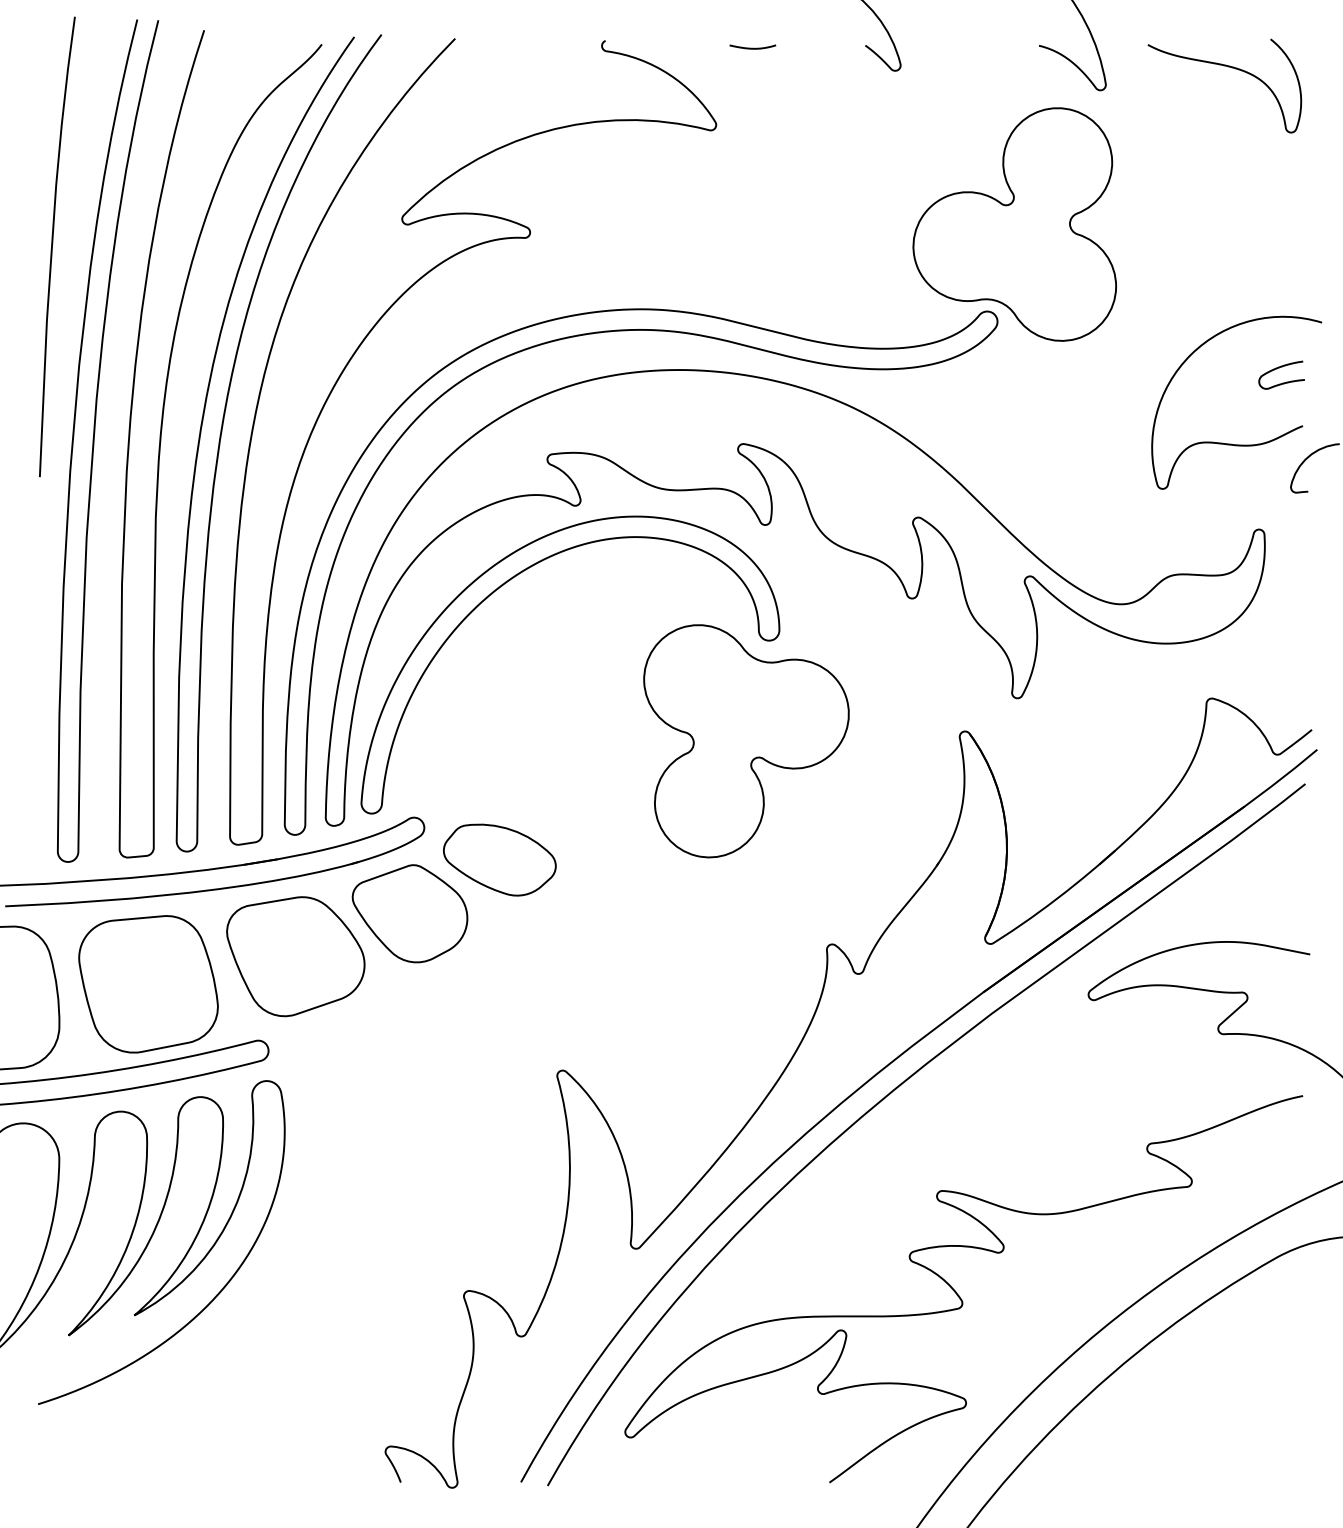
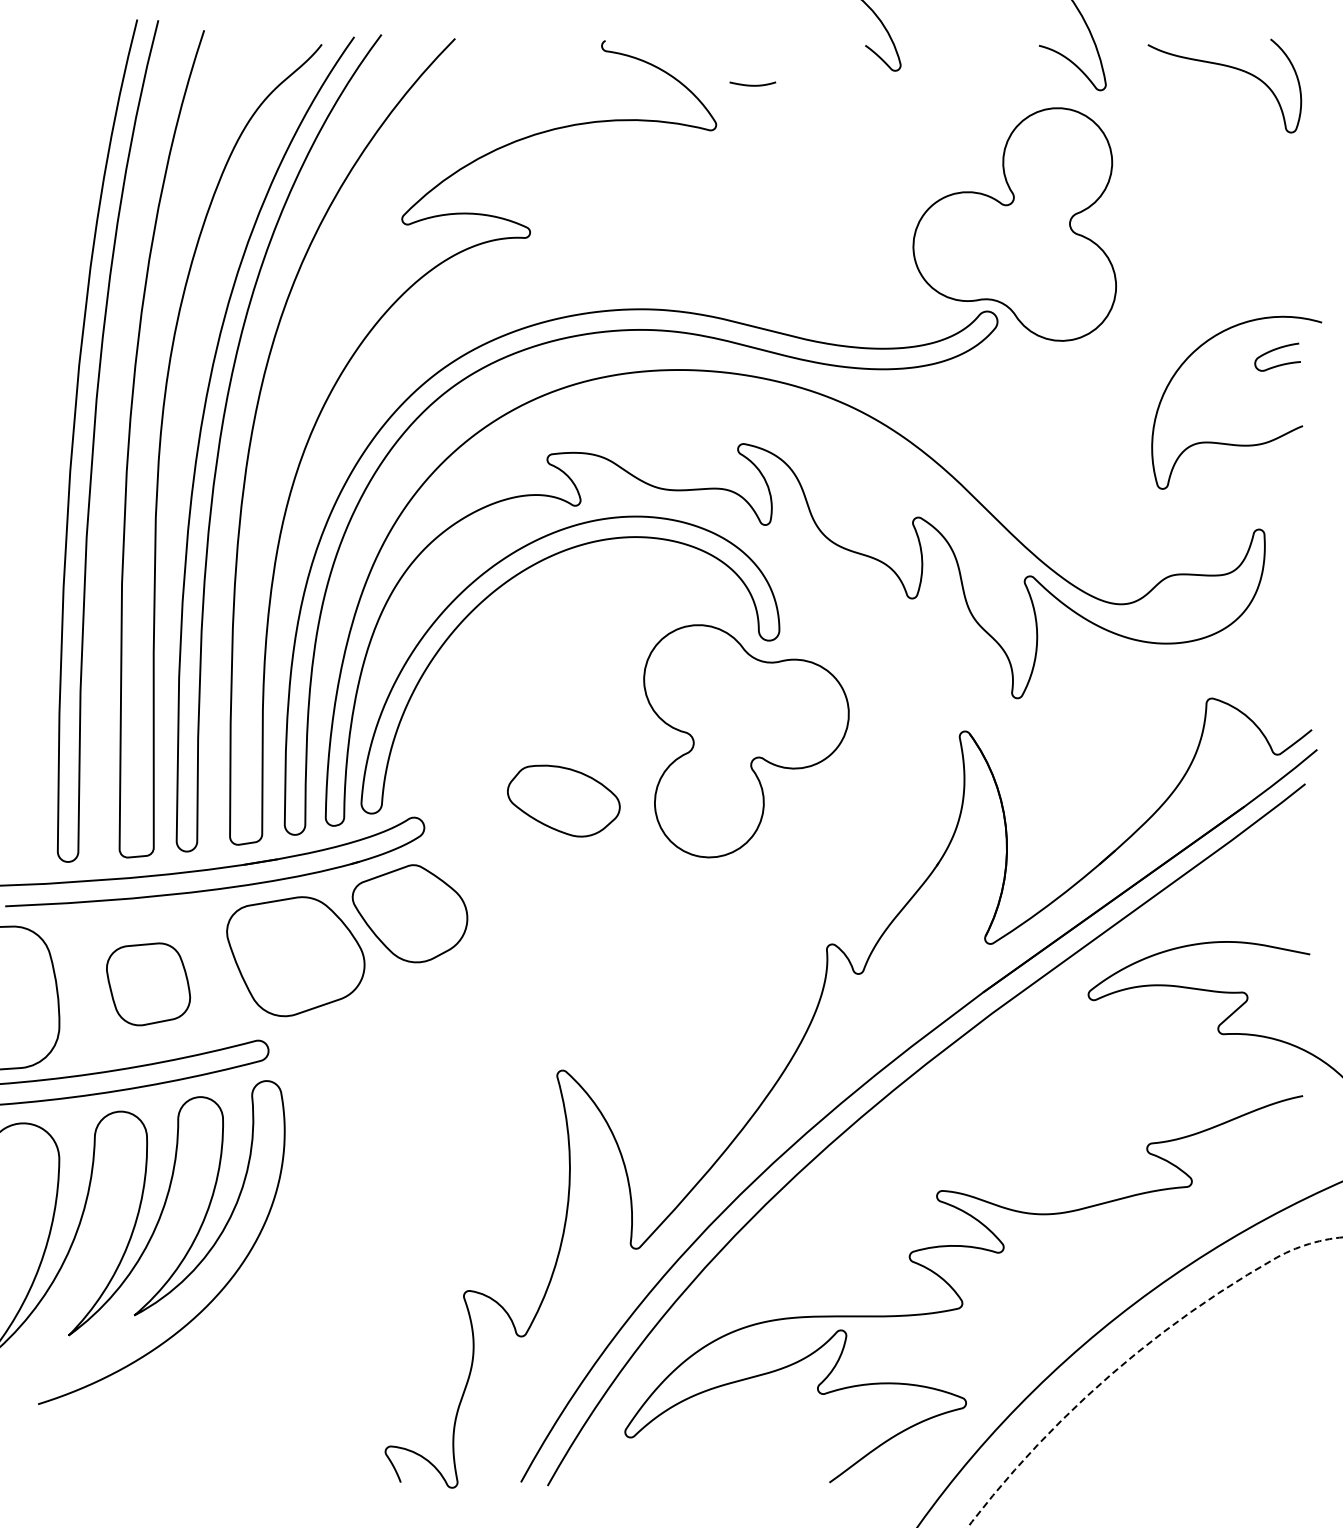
curve at (752, 47) position: (752, 47) -> (752, 84)
curve at (53, 243): present -> none
curve at (1279, 368) position: (1279, 368) -> (1275, 350)
curve at (1307, 459): present -> none
part at (499, 859) position: (499, 859) -> (563, 800)
part at (148, 984) size: 141x139 px -> 86x85 px
line at (1138, 1351): solid -> dashed
